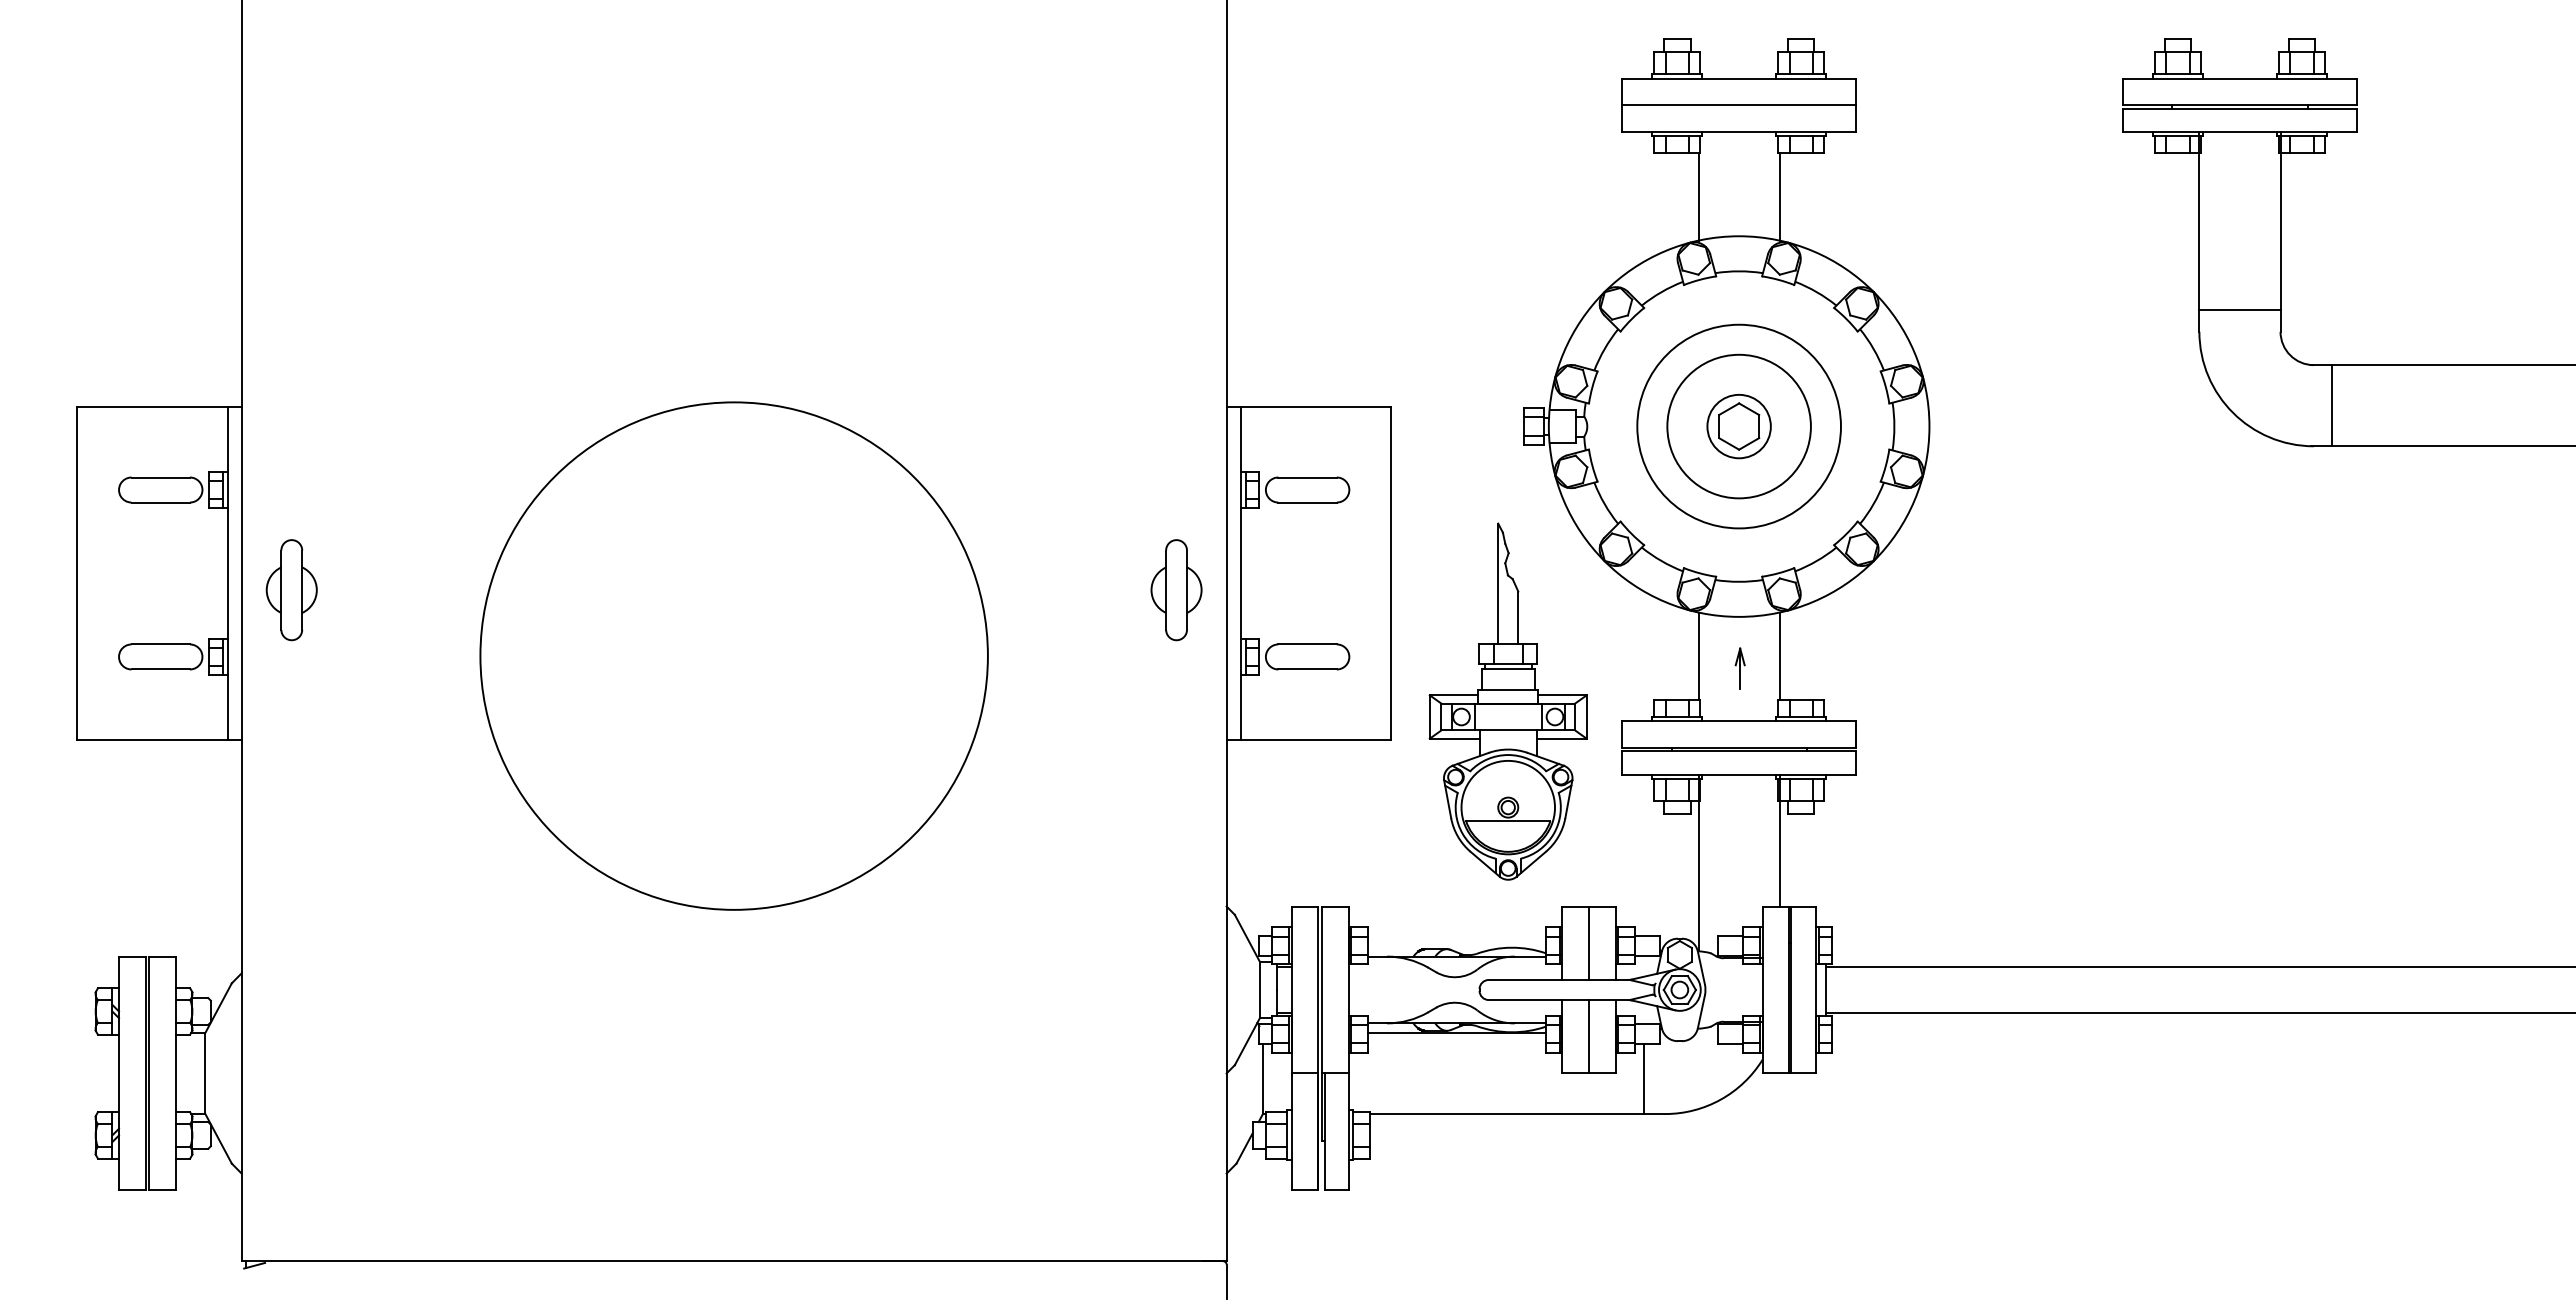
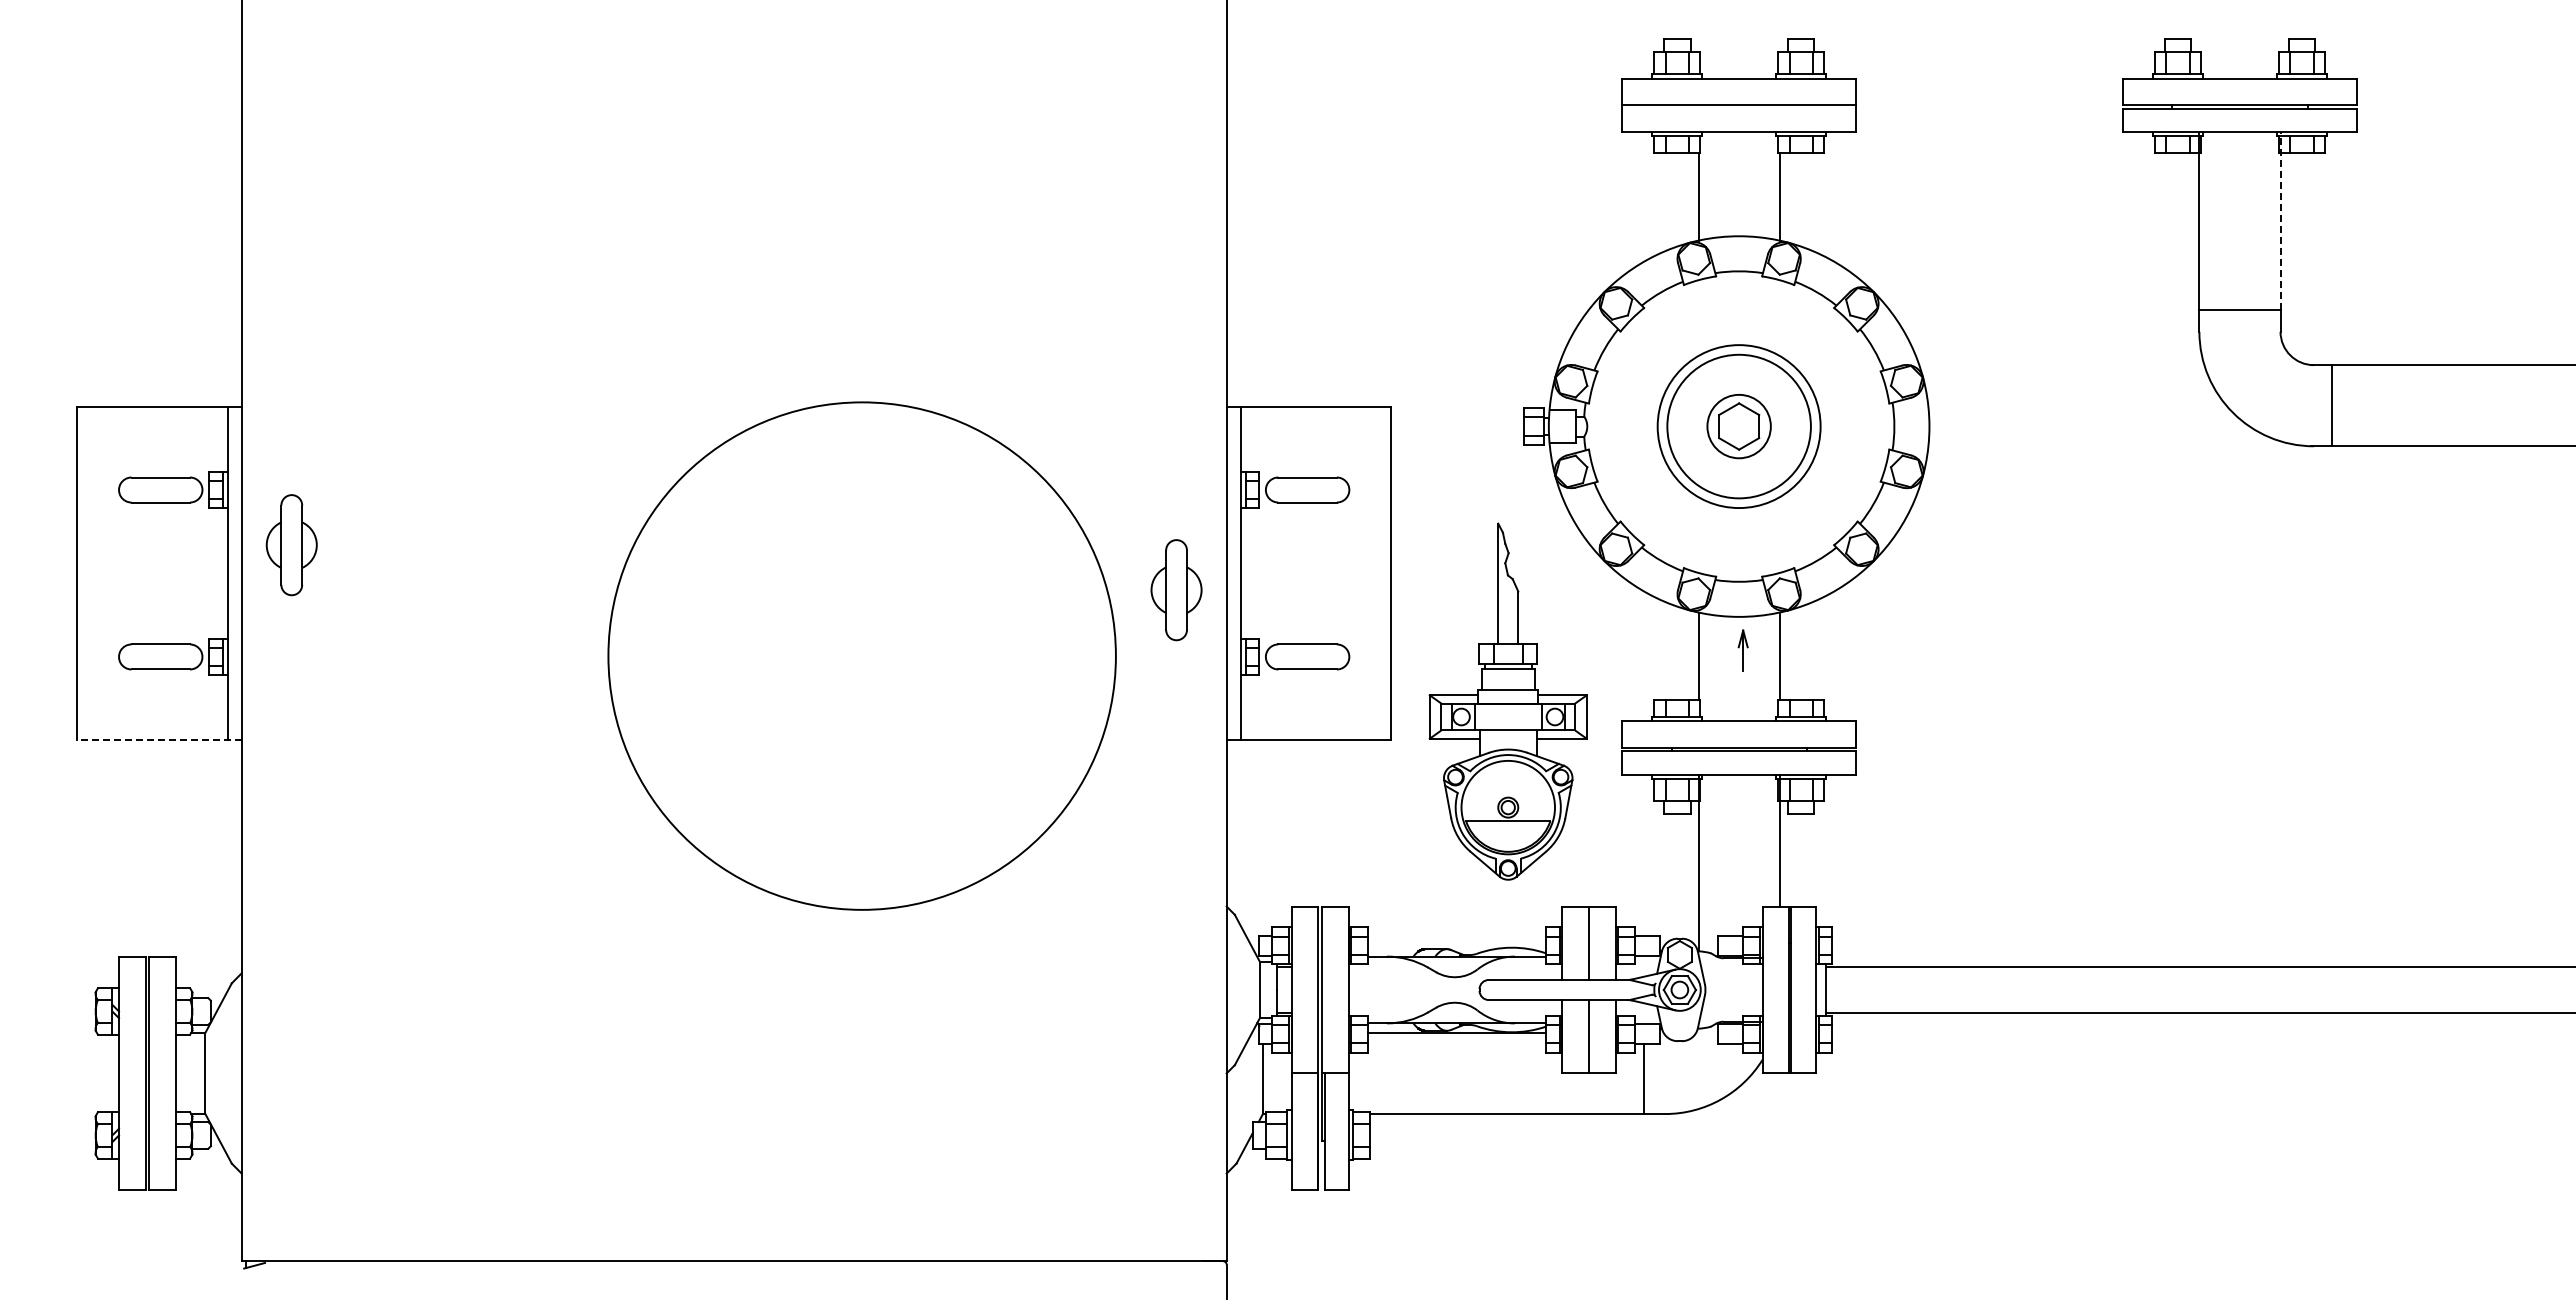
line at (2280, 220): solid -> dashed
circle at (1738, 426) diameter: 204 px -> 163 px
part at (291, 590) position: (291, 590) -> (291, 545)
circle at (733, 655) position: (733, 655) -> (861, 655)
part at (1739, 668) position: (1739, 668) -> (1742, 650)
line at (158, 740): solid -> dashed
